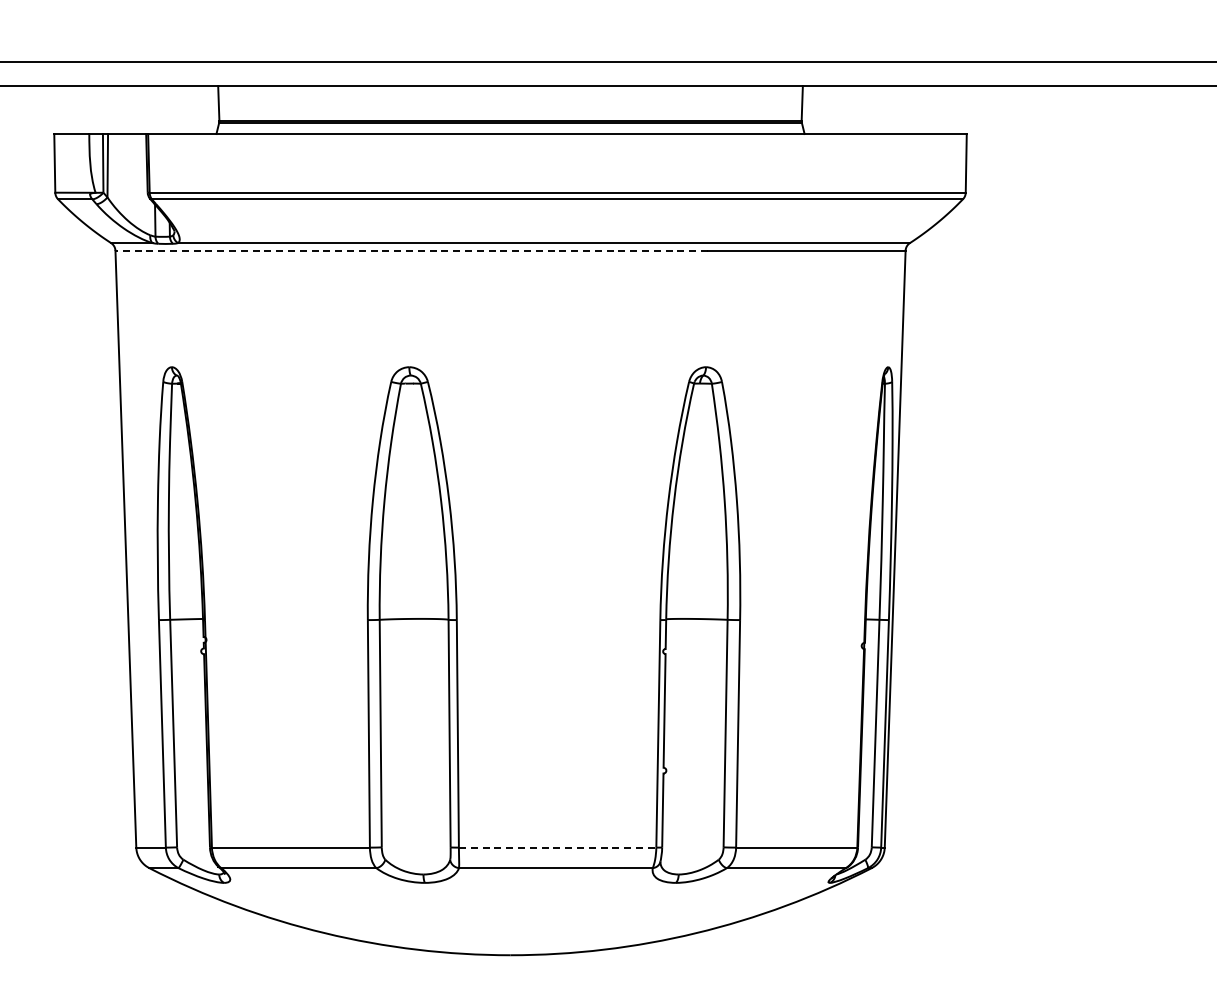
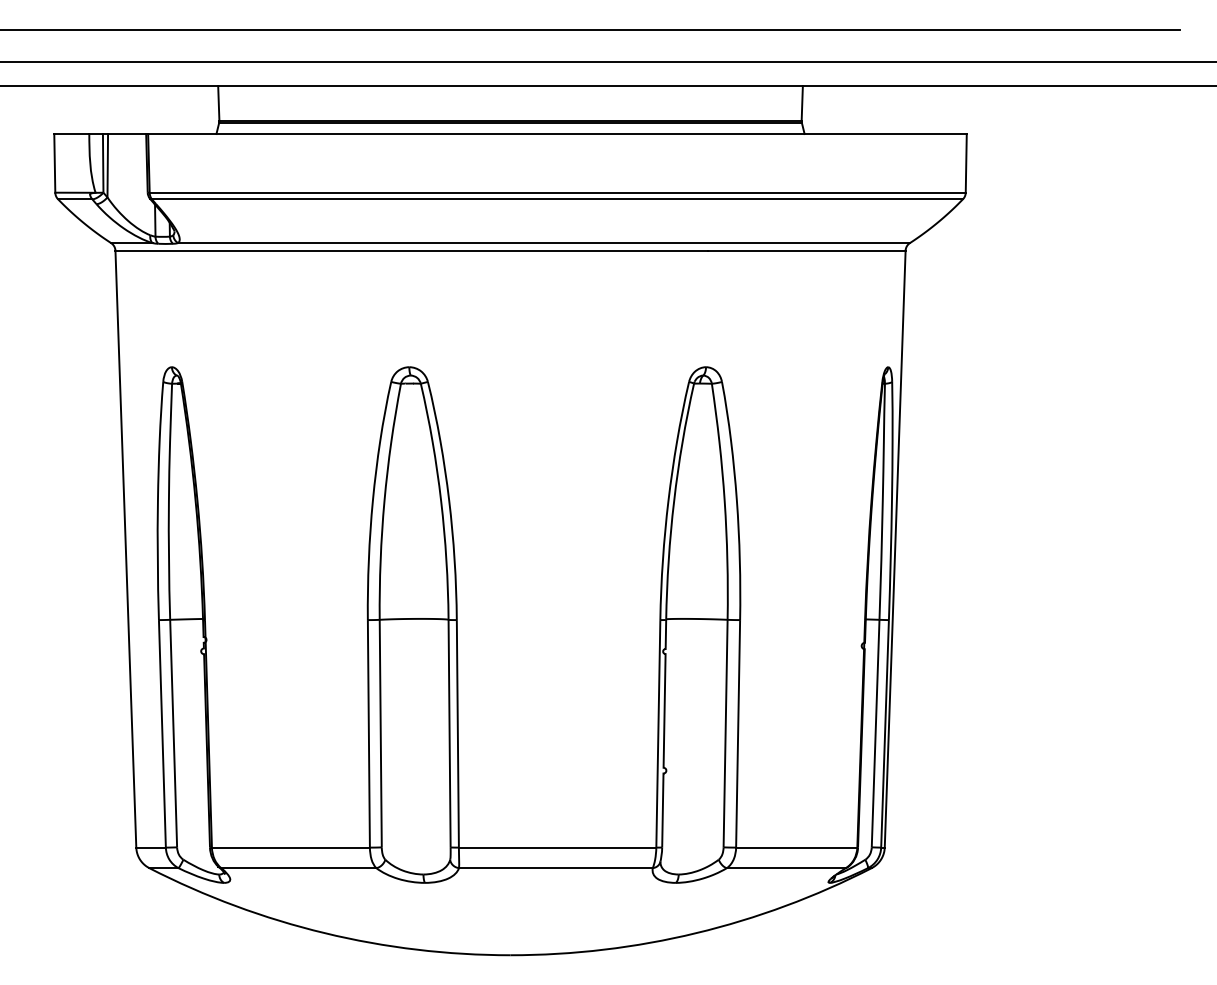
line at (591, 29): none -> present
line at (411, 250): dashed -> solid
line at (557, 847): dashed -> solid
